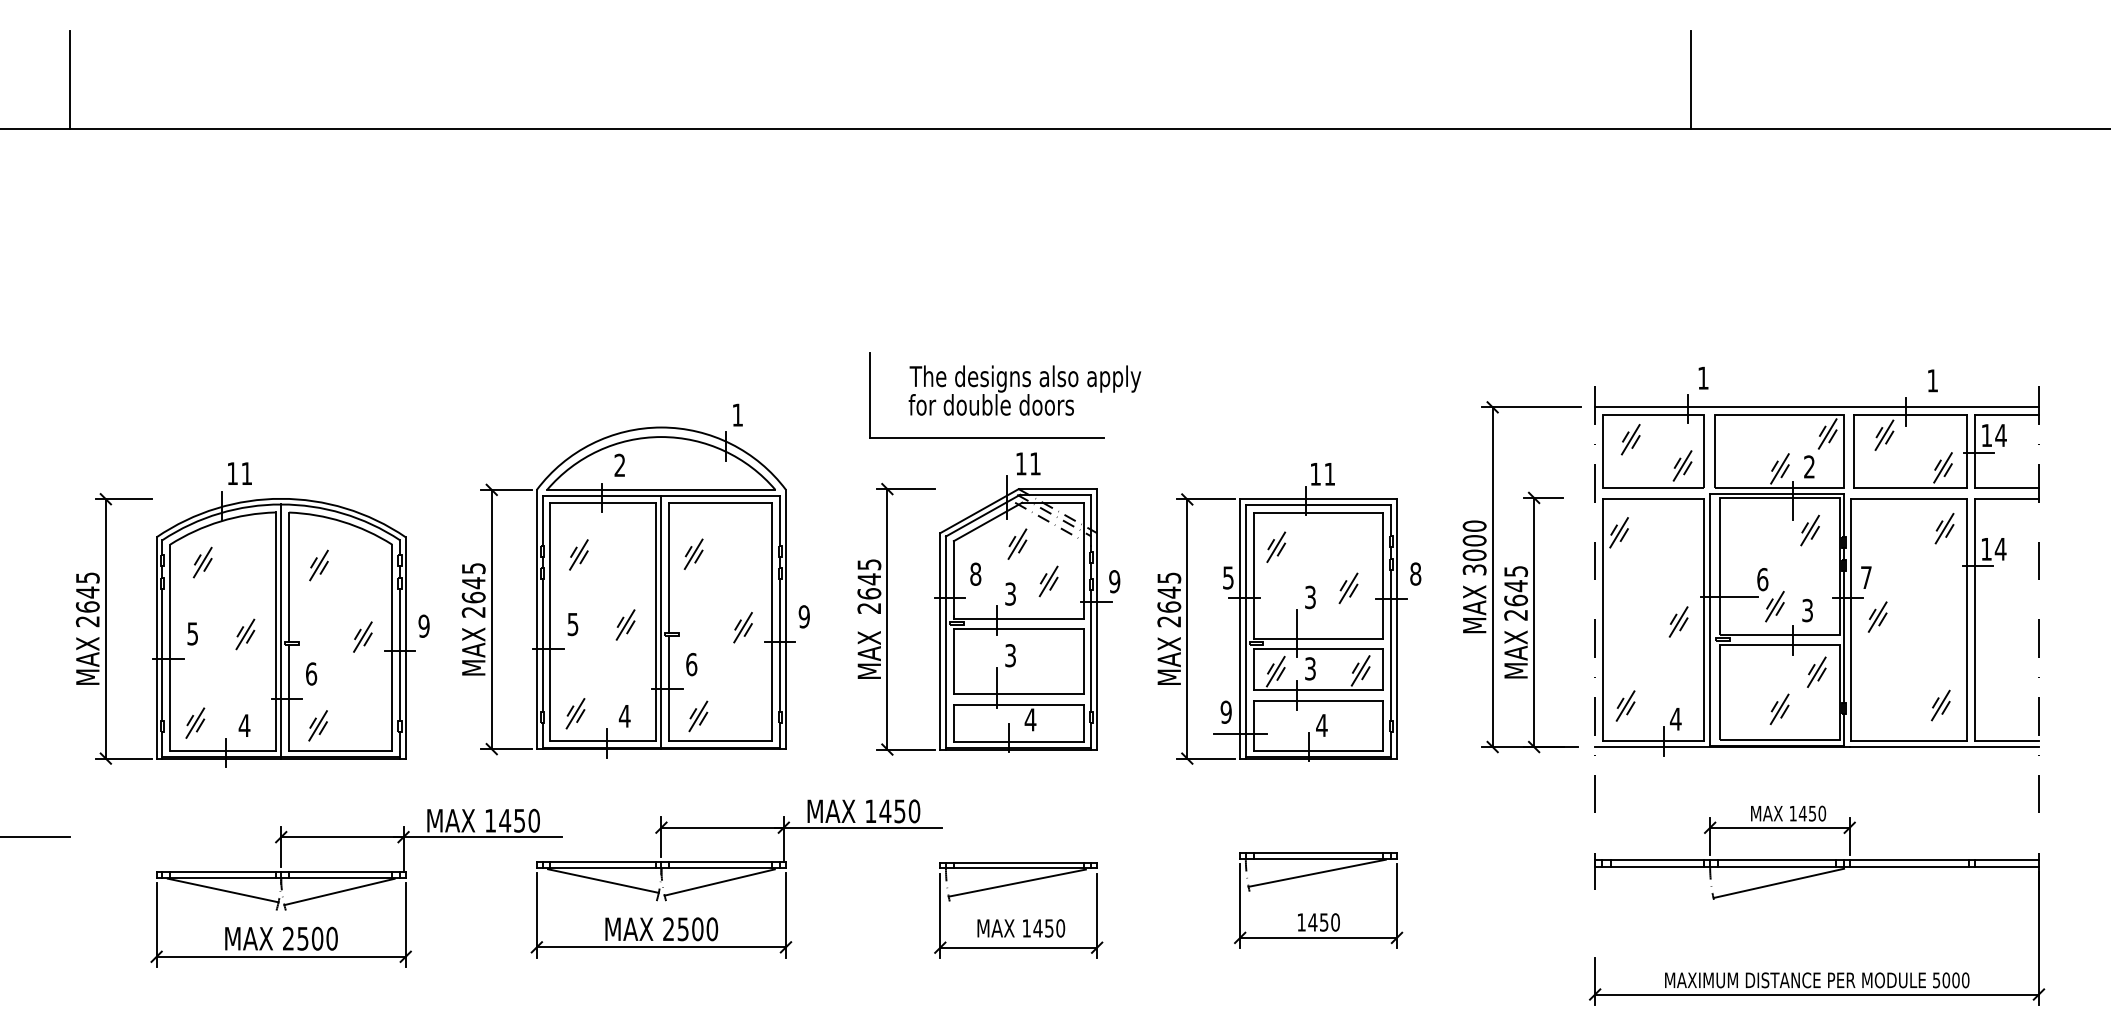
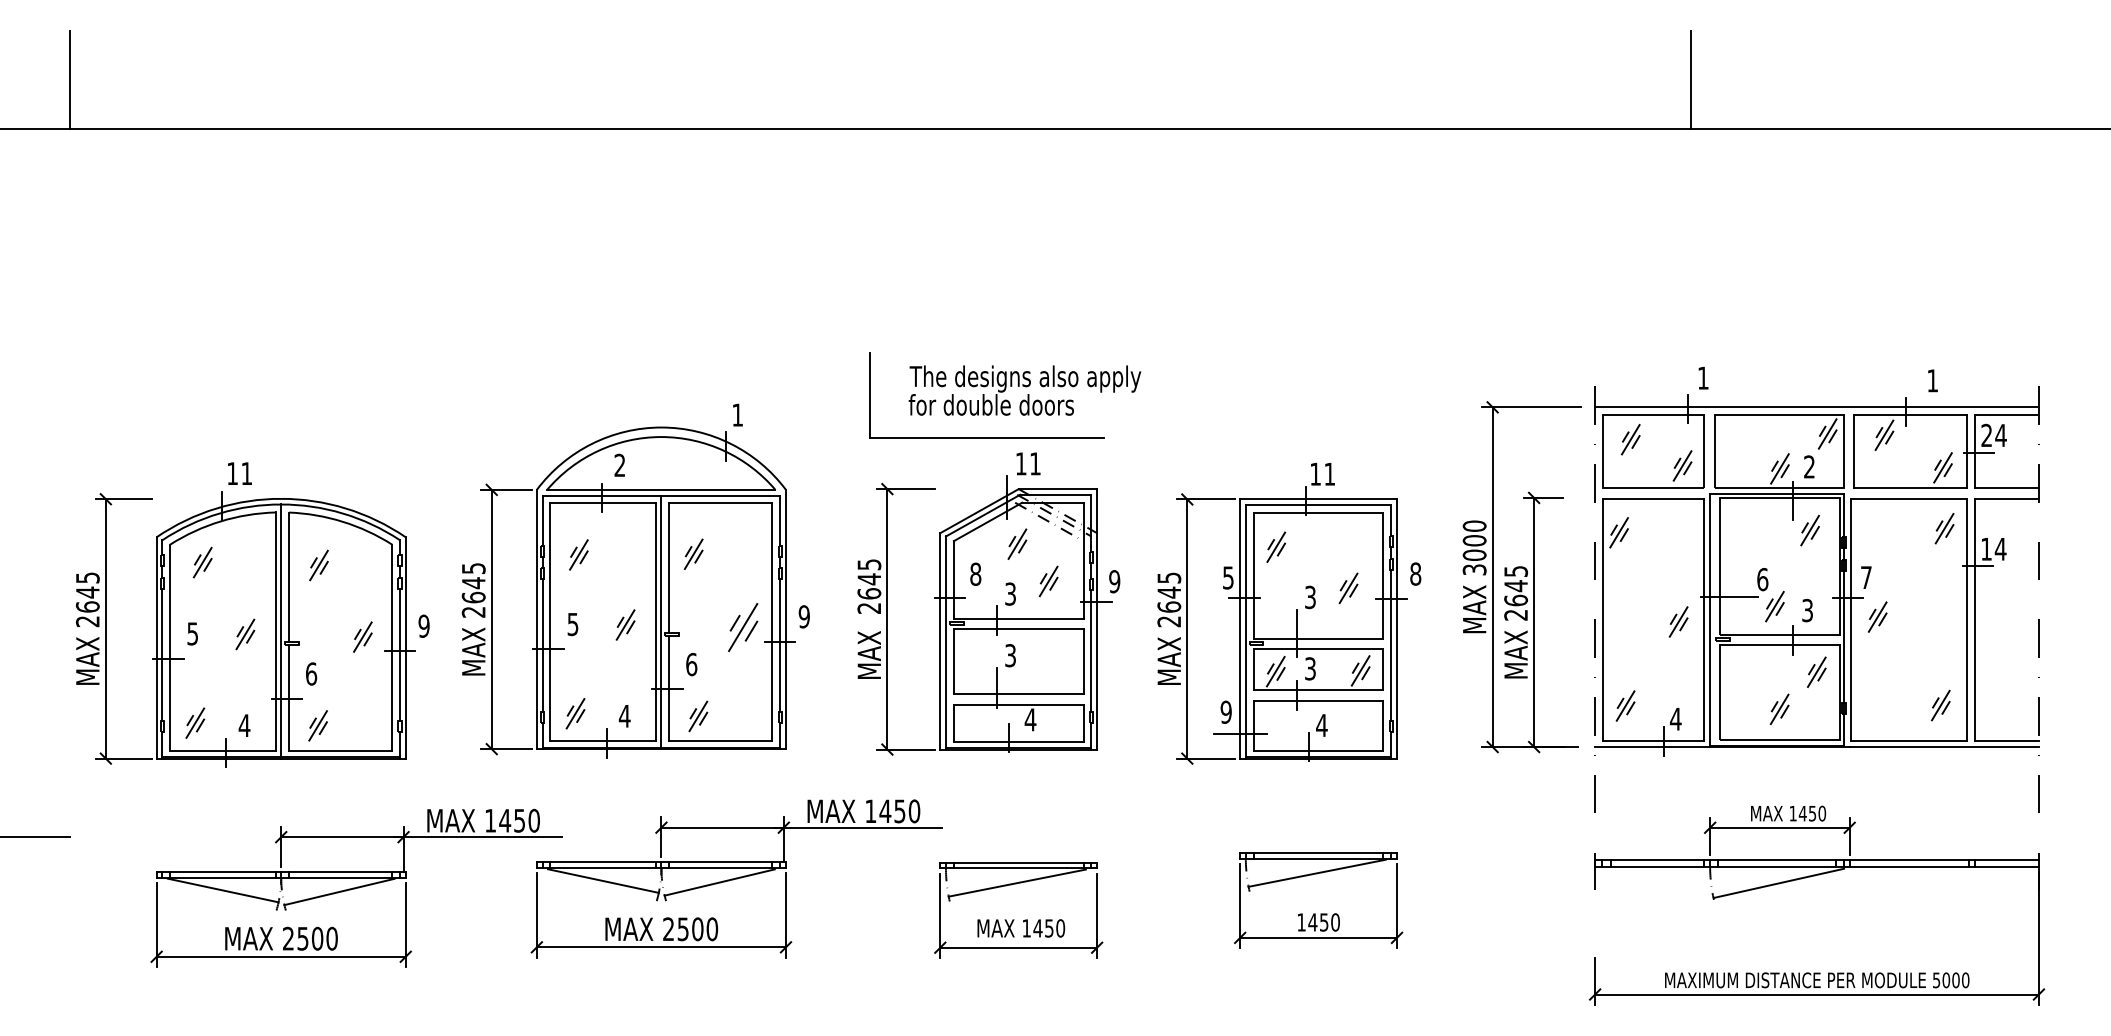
text at (1986, 434): 14 -> 24
part at (742, 627) size: 20x32 px -> 31x50 px
